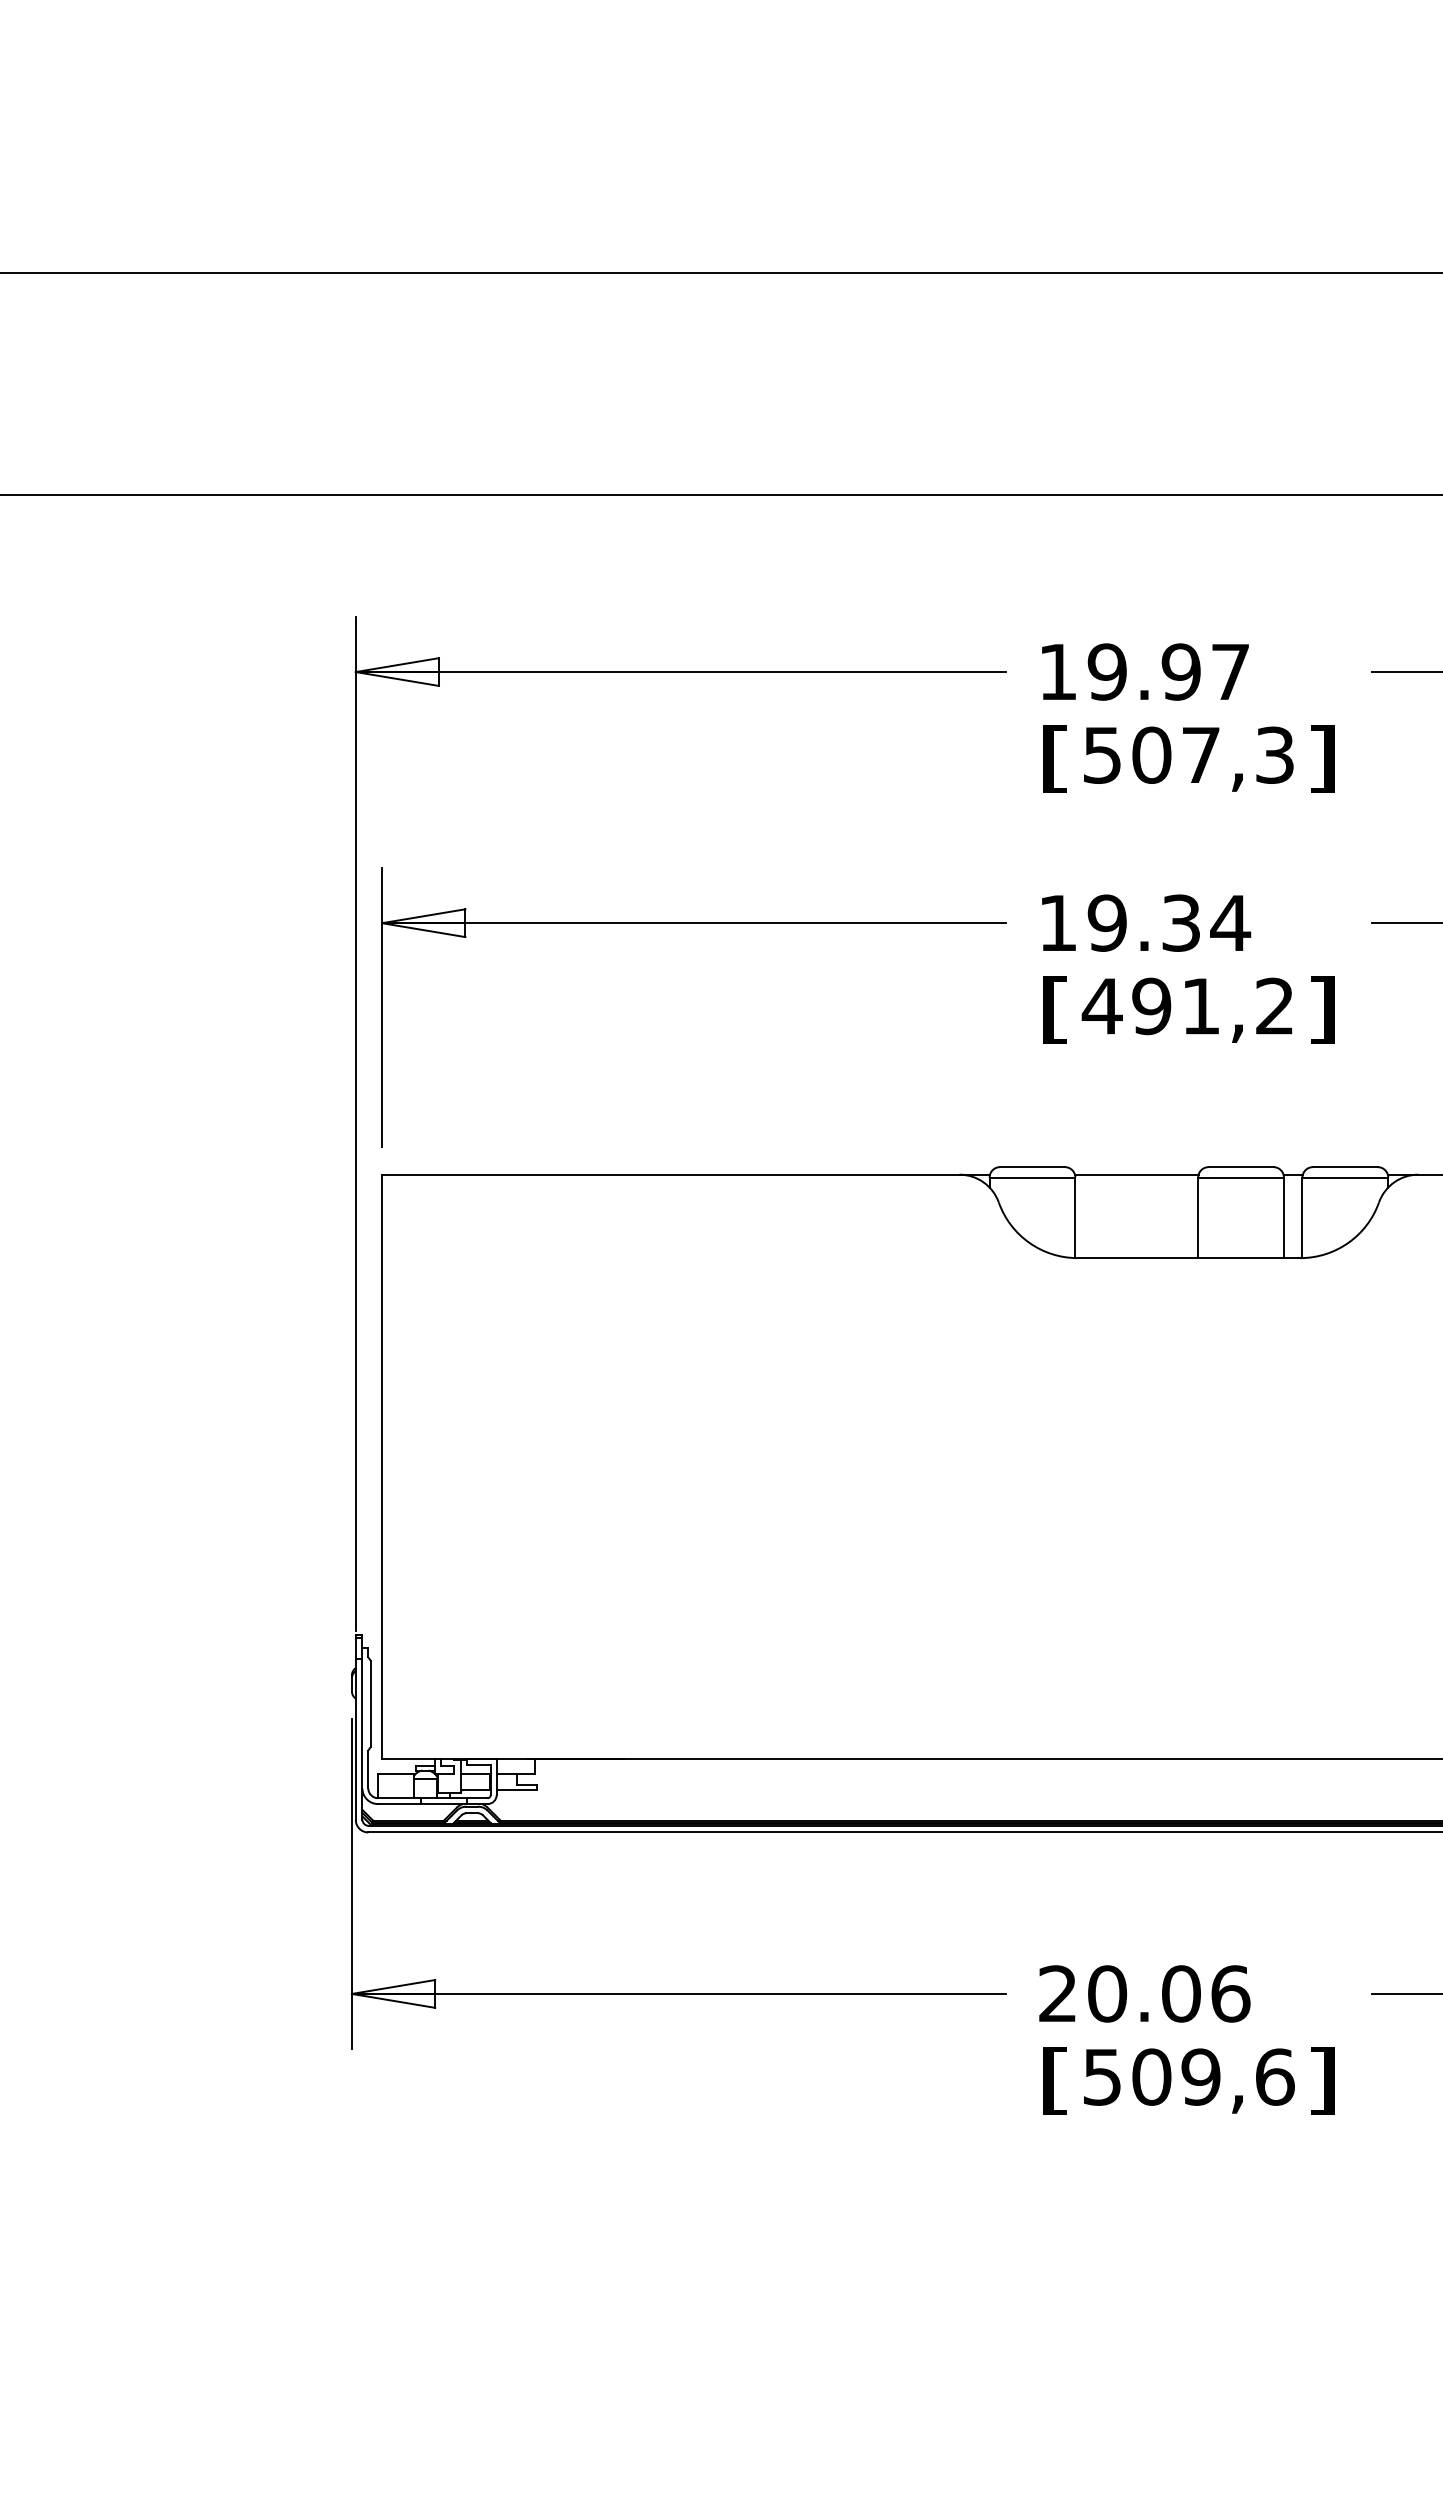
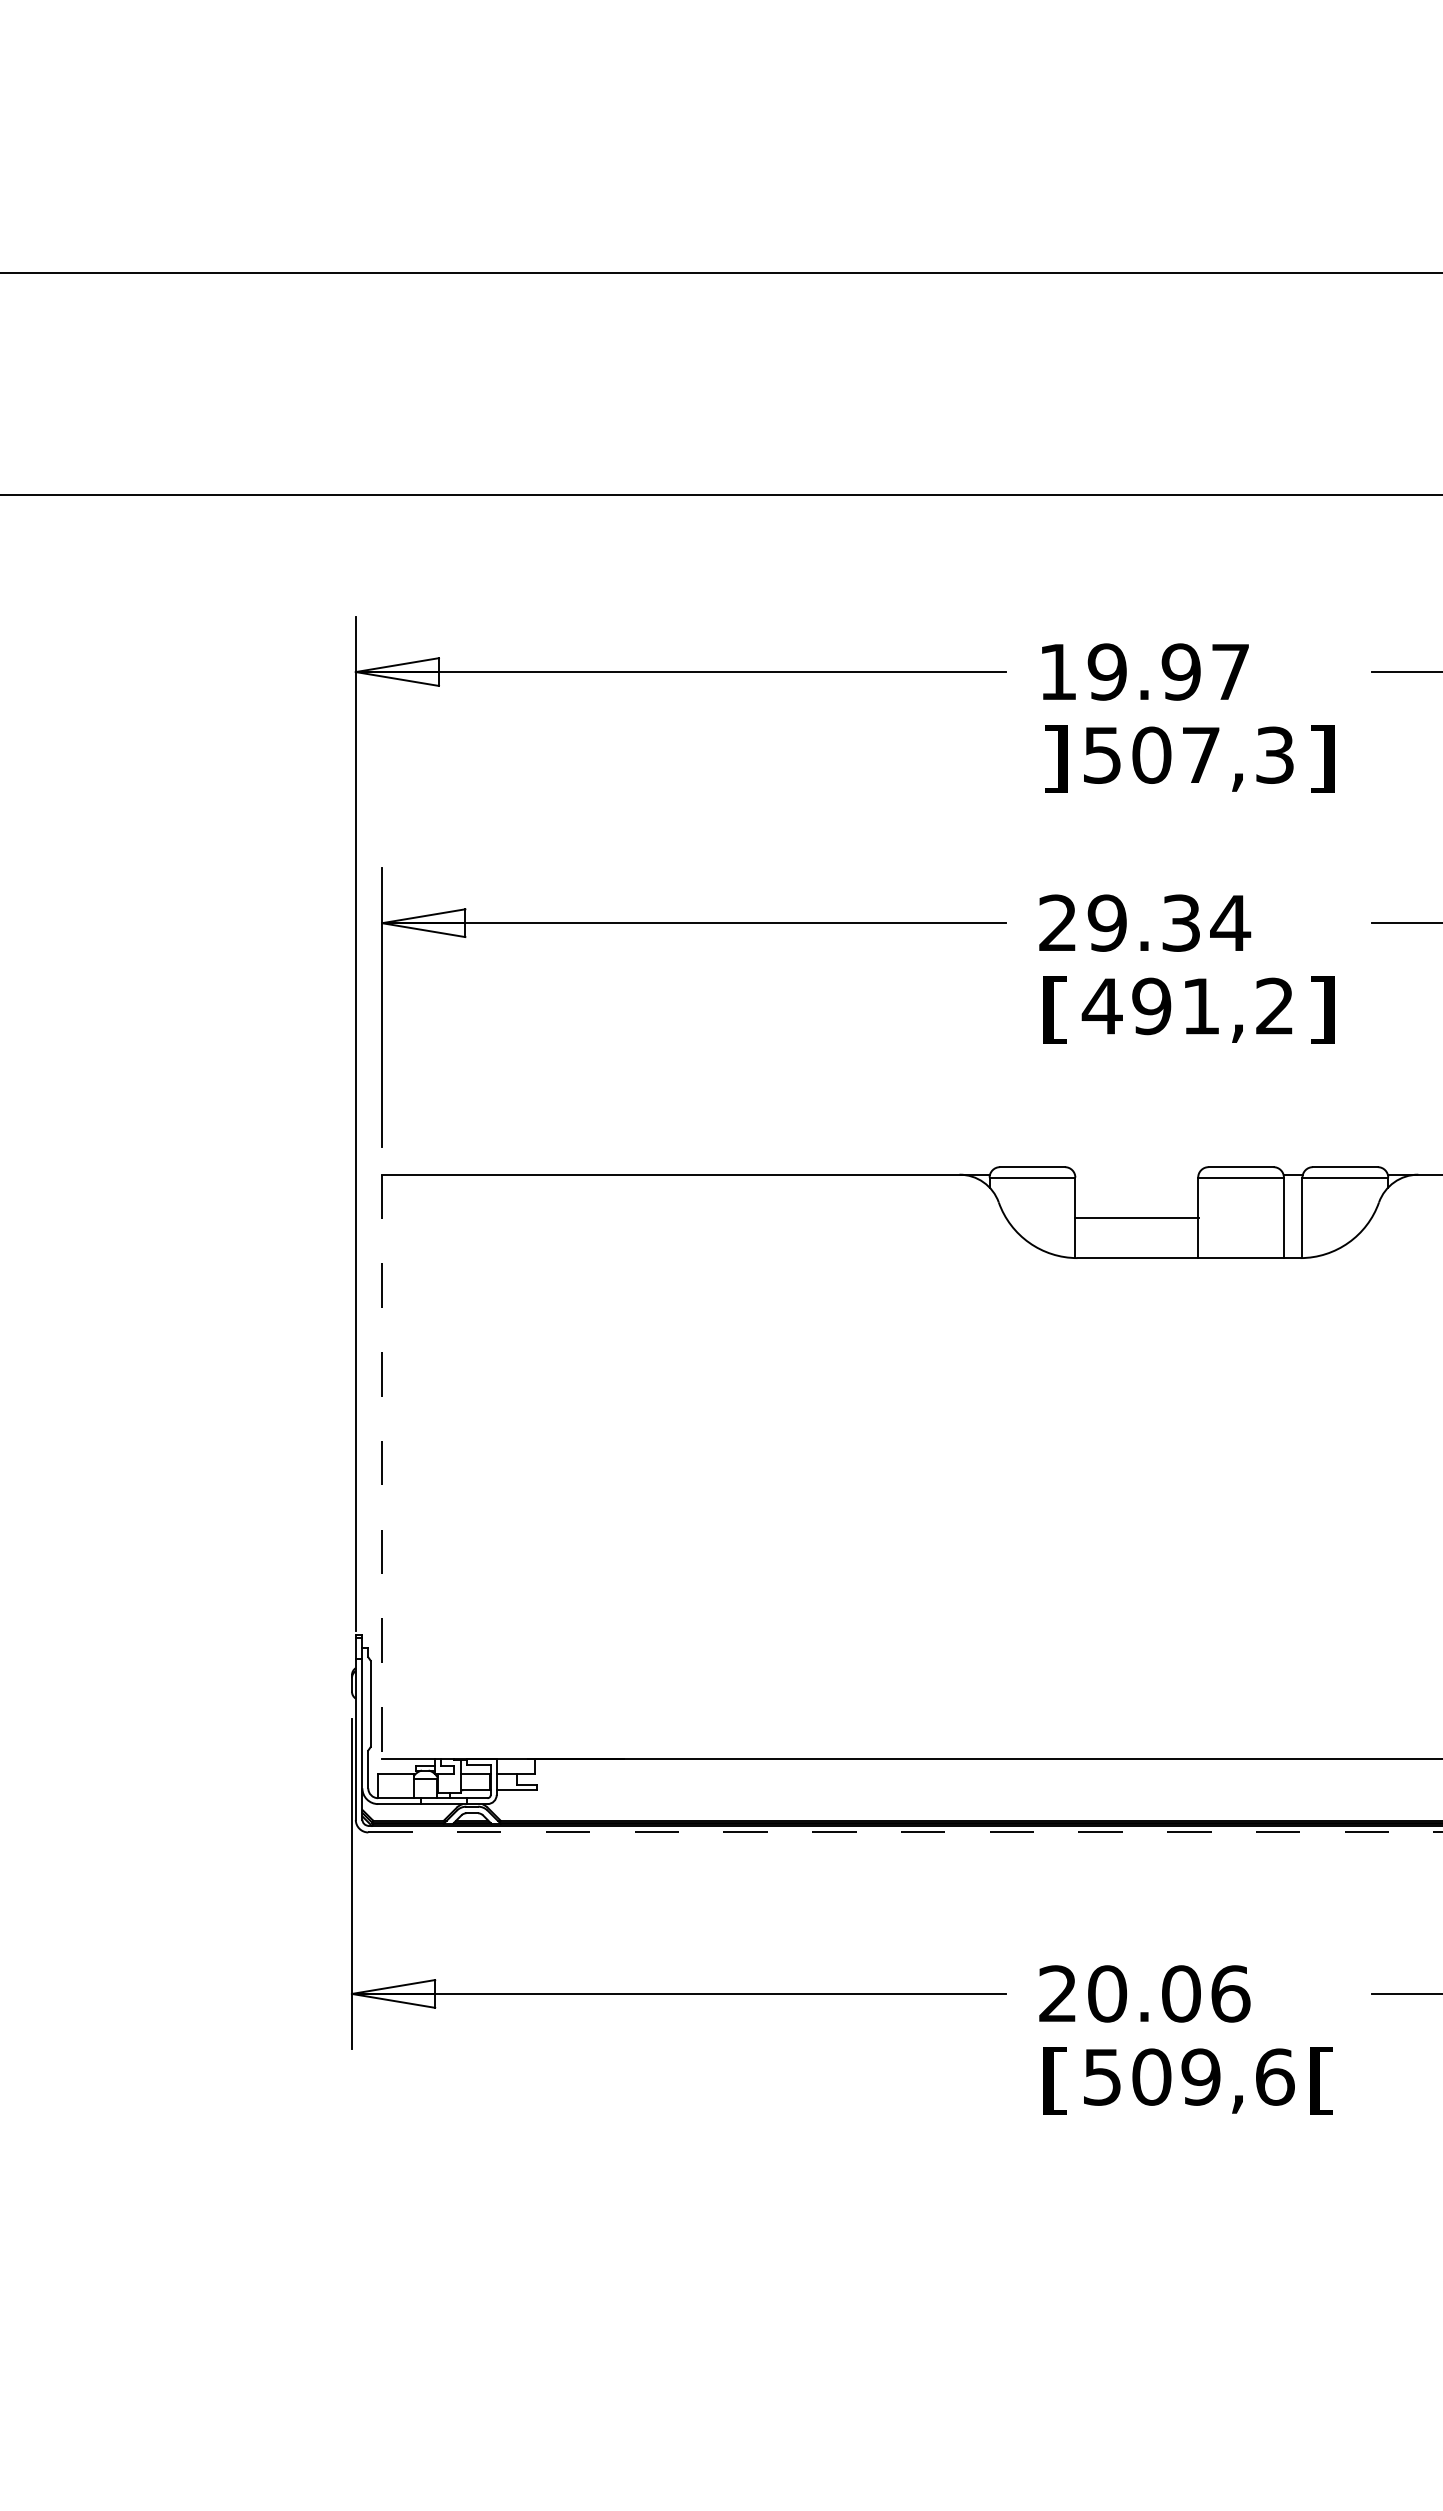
text at (1055, 758): [ -> ]
text at (1057, 922): 19.34 -> 29.34
line at (1136, 1174) position: (1136, 1174) -> (1136, 1217)
line at (382, 1467): solid -> dashed
line at (906, 1832): solid -> dashed
text at (1322, 2080): ] -> [
